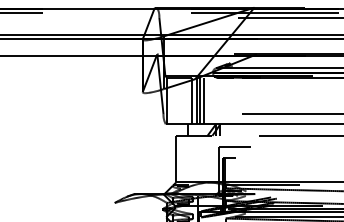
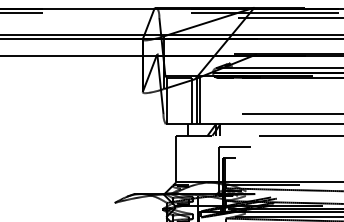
line at (204, 100): present -> none
